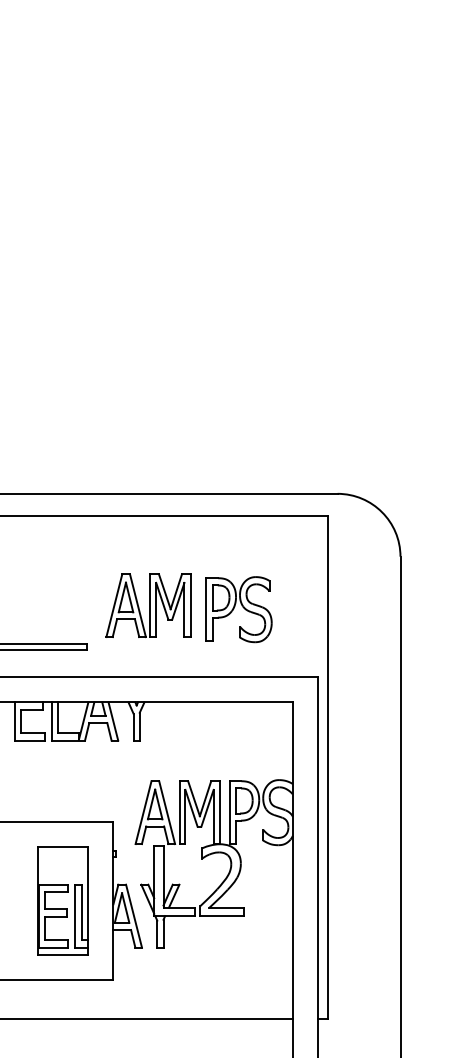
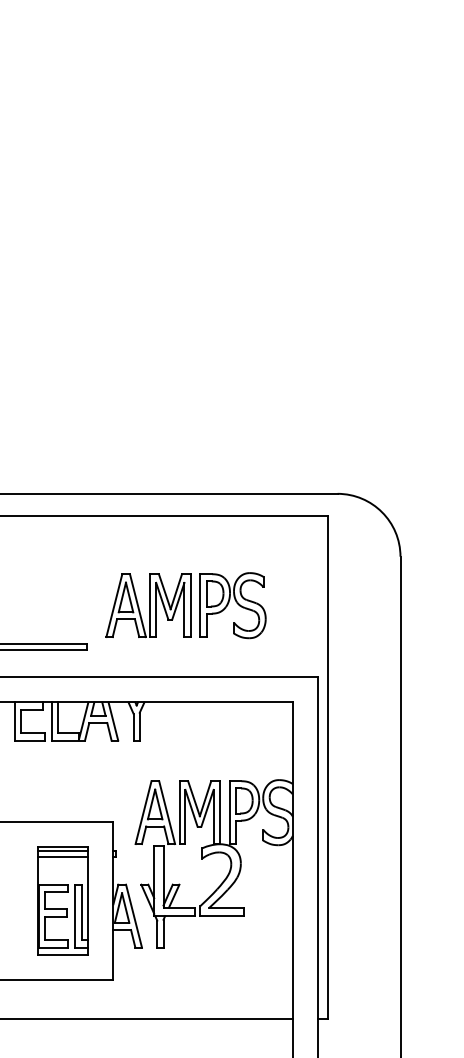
part at (238, 609) position: (238, 609) -> (232, 605)
line at (63, 851): none -> present
line at (63, 856): none -> present
